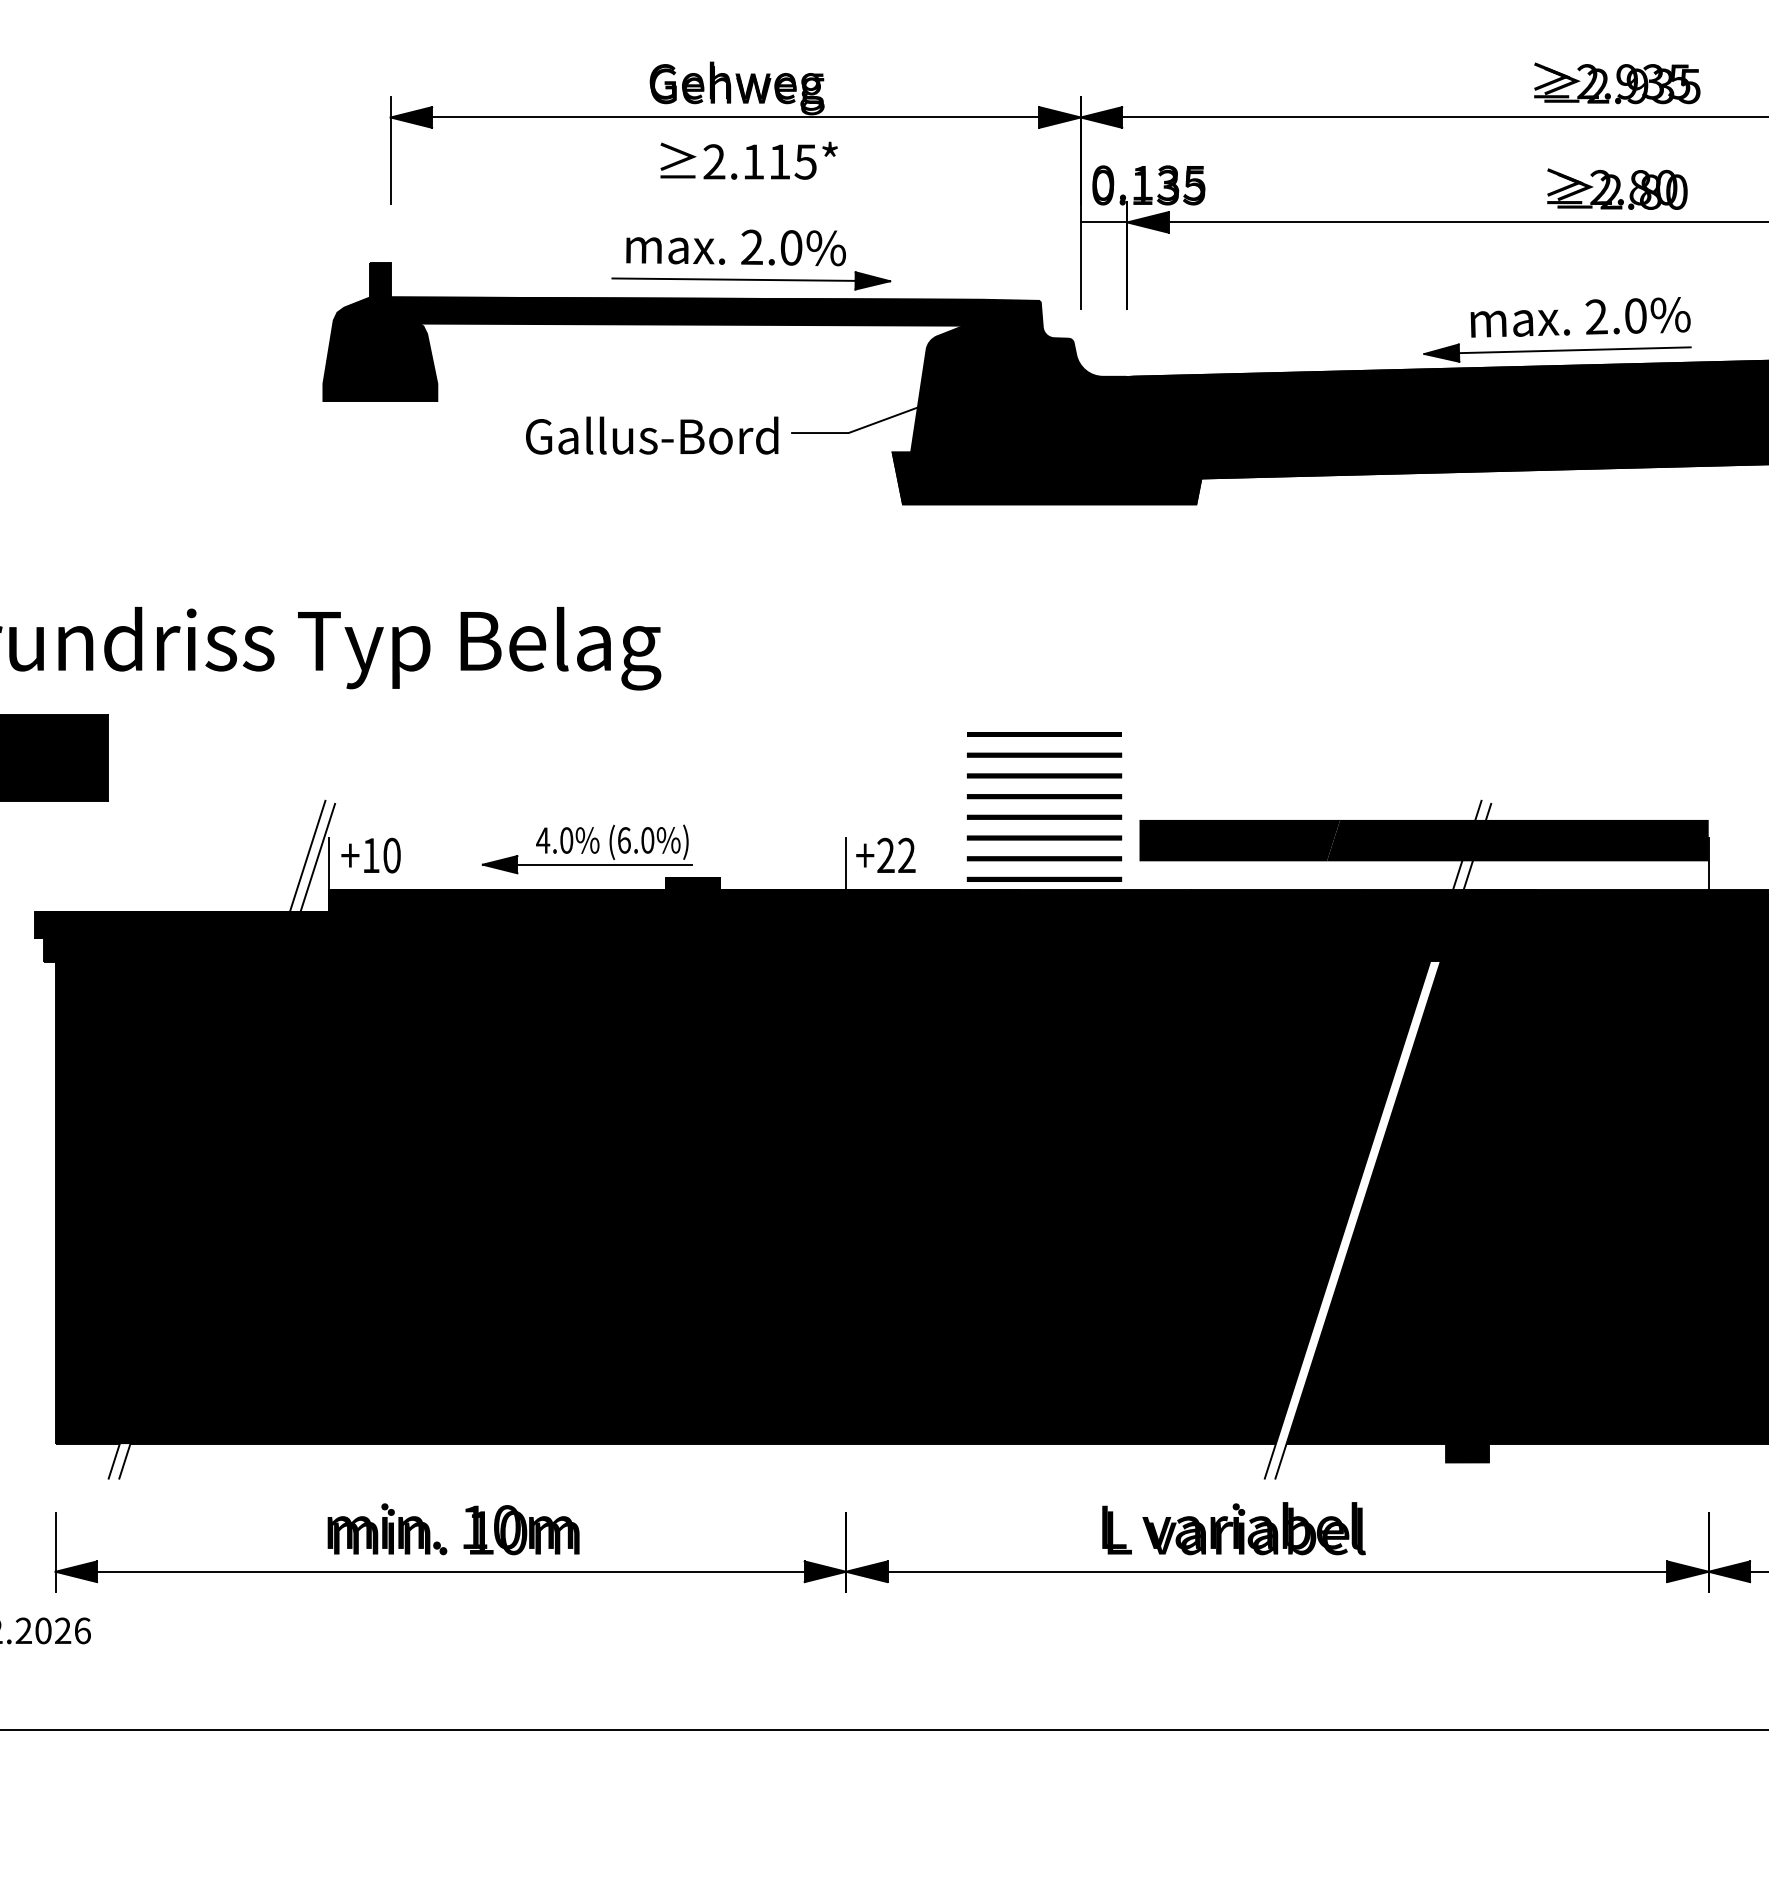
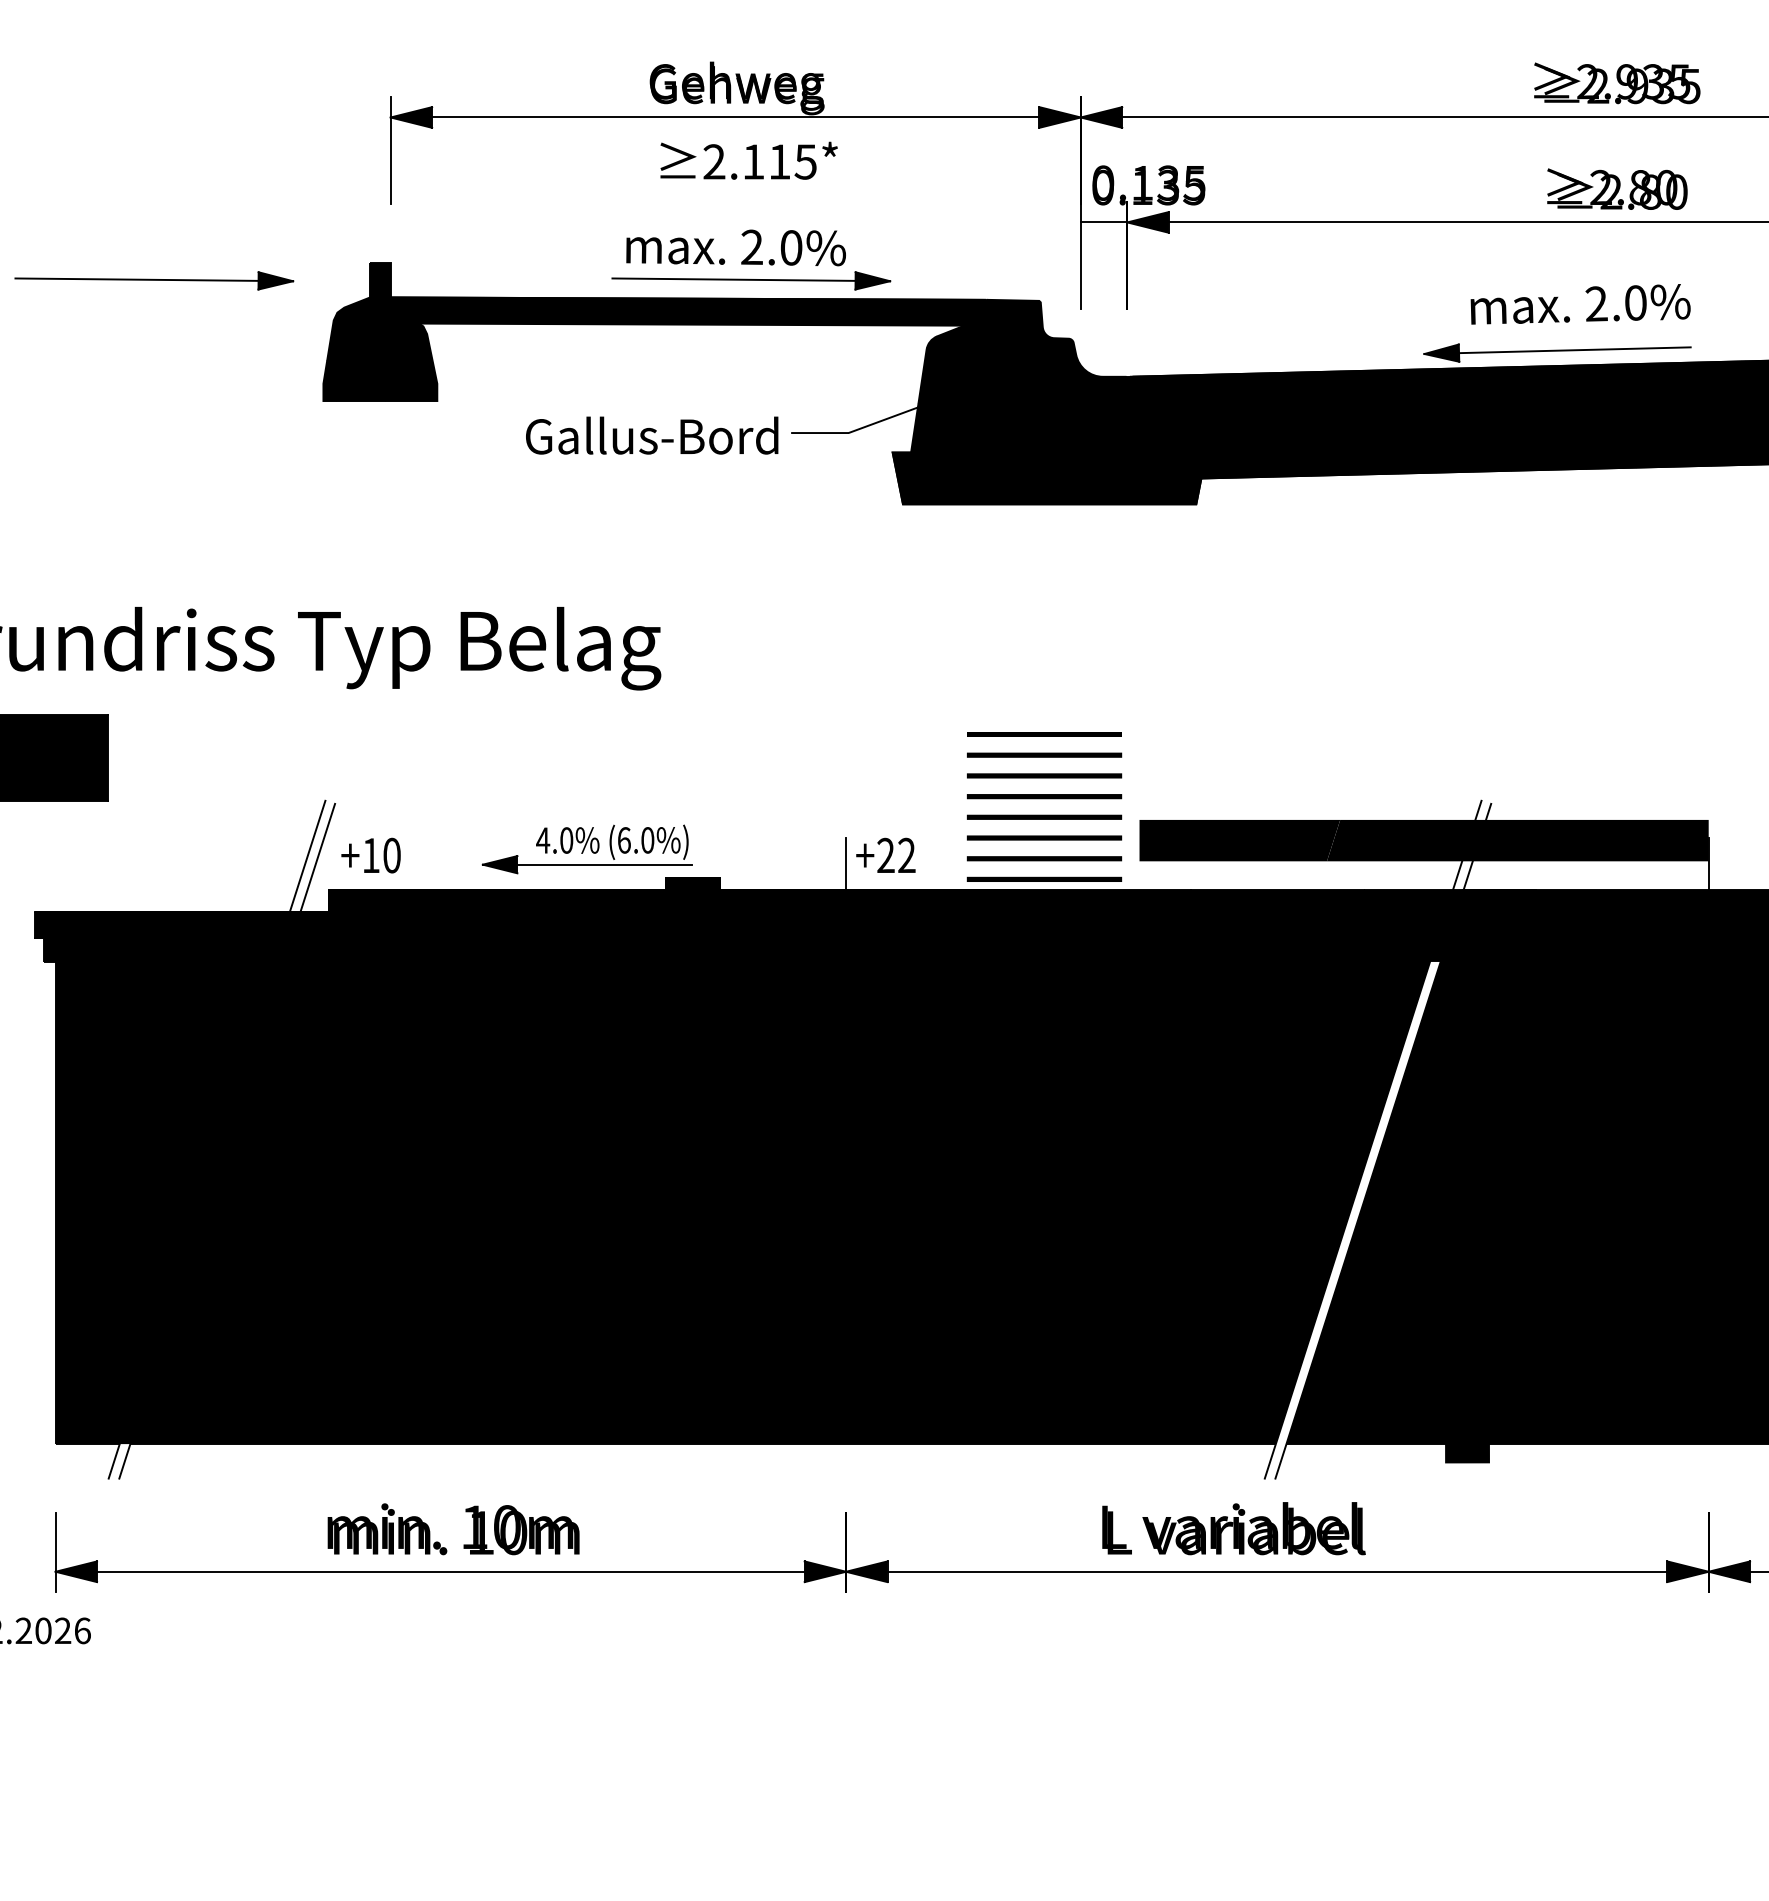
part at (154, 280): none -> present
text at (1580, 317) position: (1580, 317) -> (1580, 304)
line at (328, 864): present -> none
line at (883, 1730): present -> none
